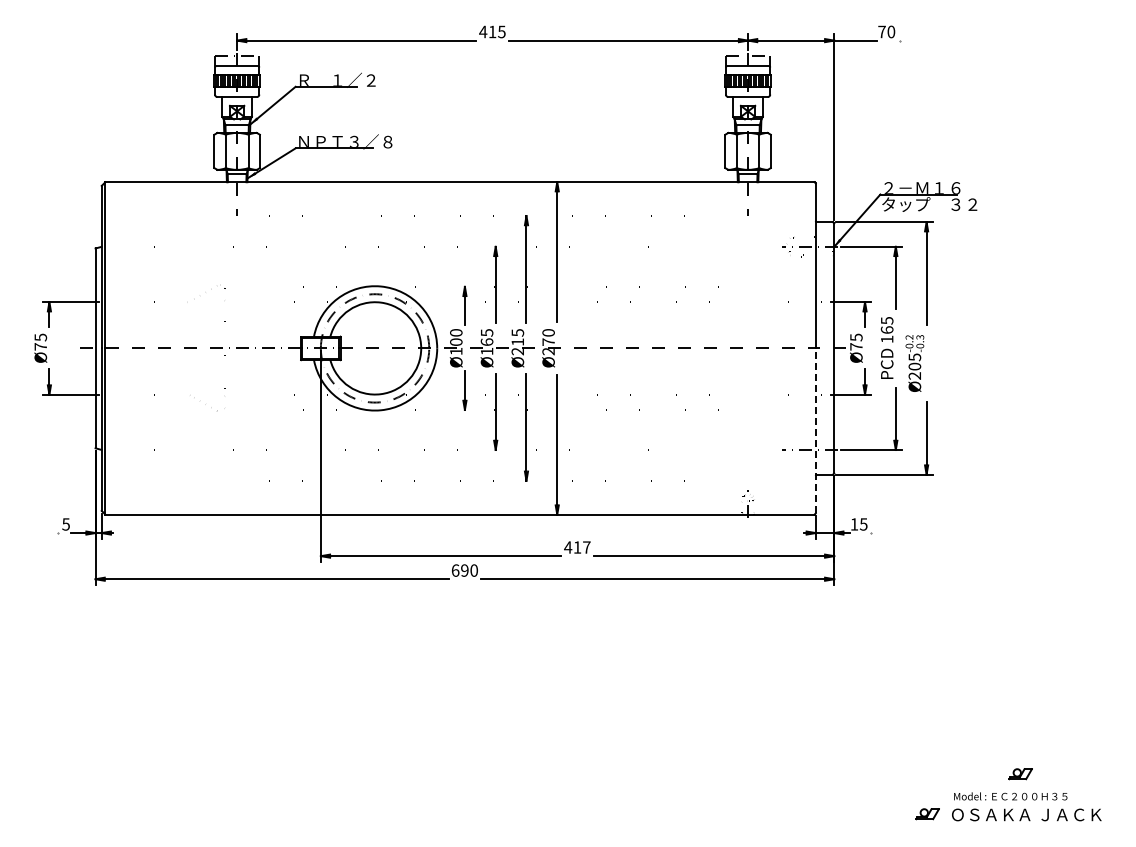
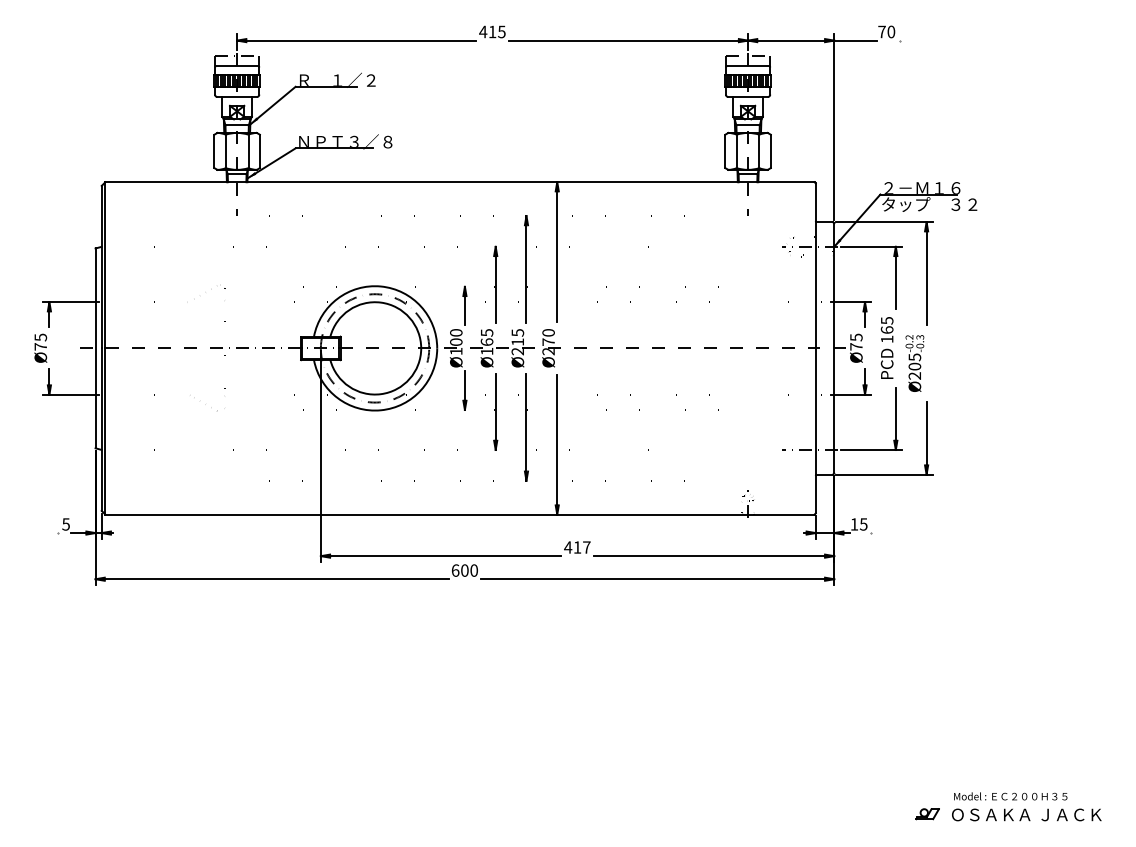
line at (815, 430): dashed -> solid
text at (464, 570): 690 -> 600
part at (1020, 774): present -> none
